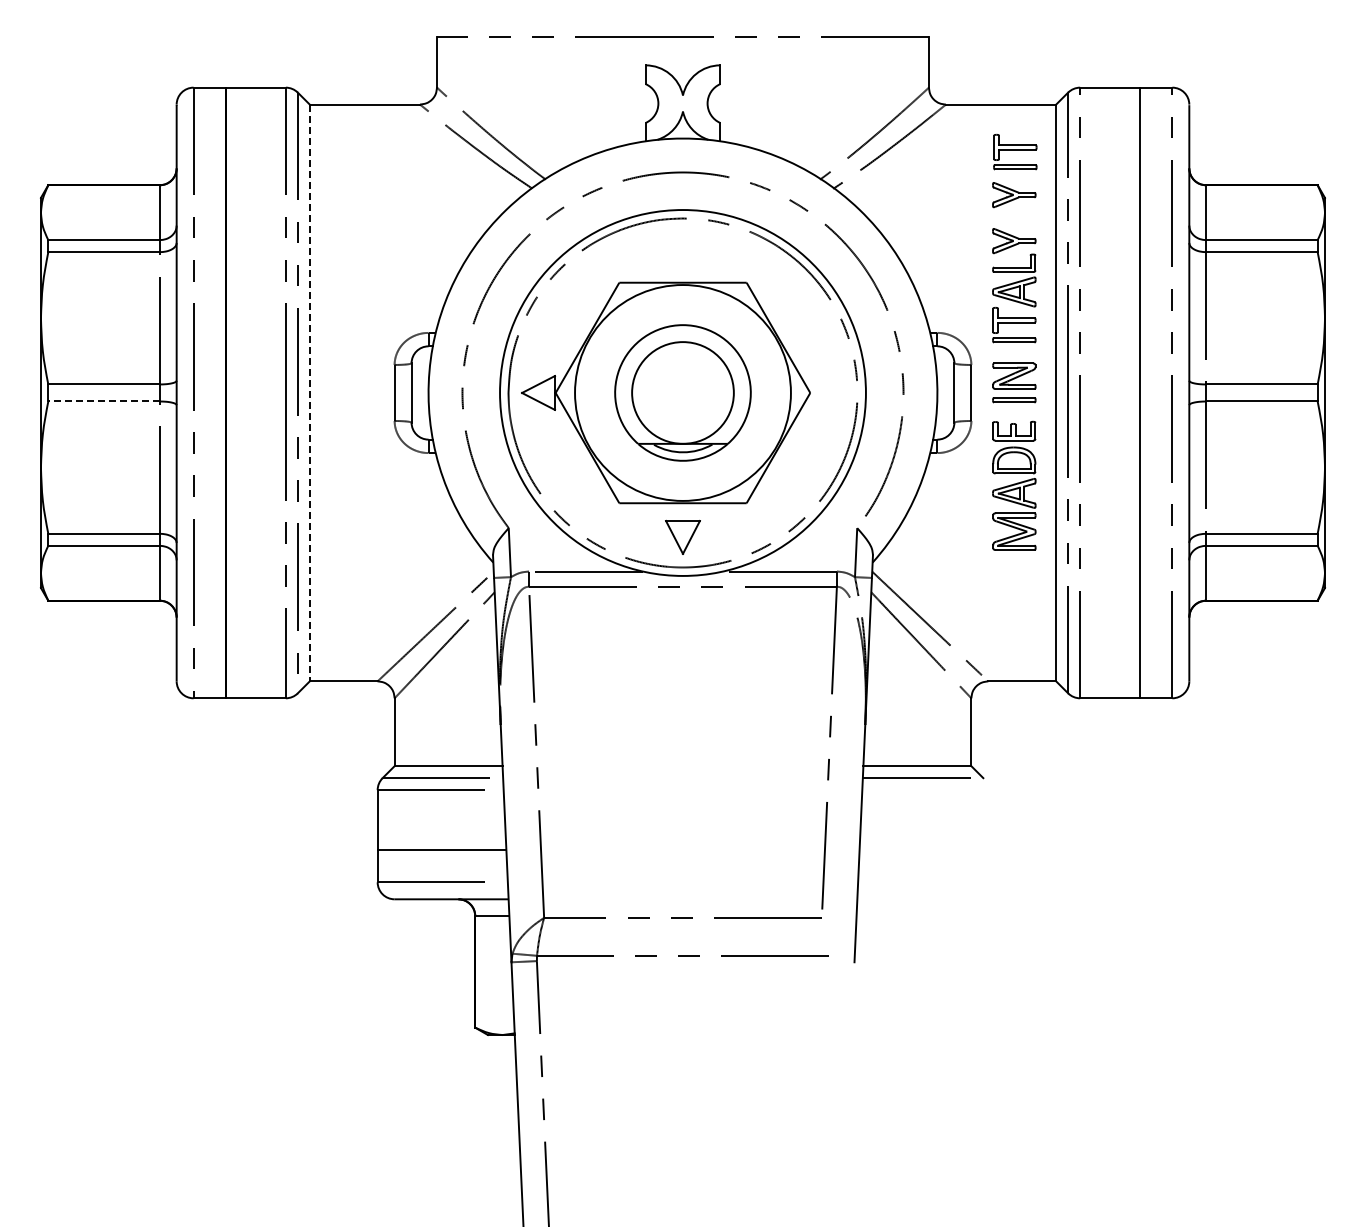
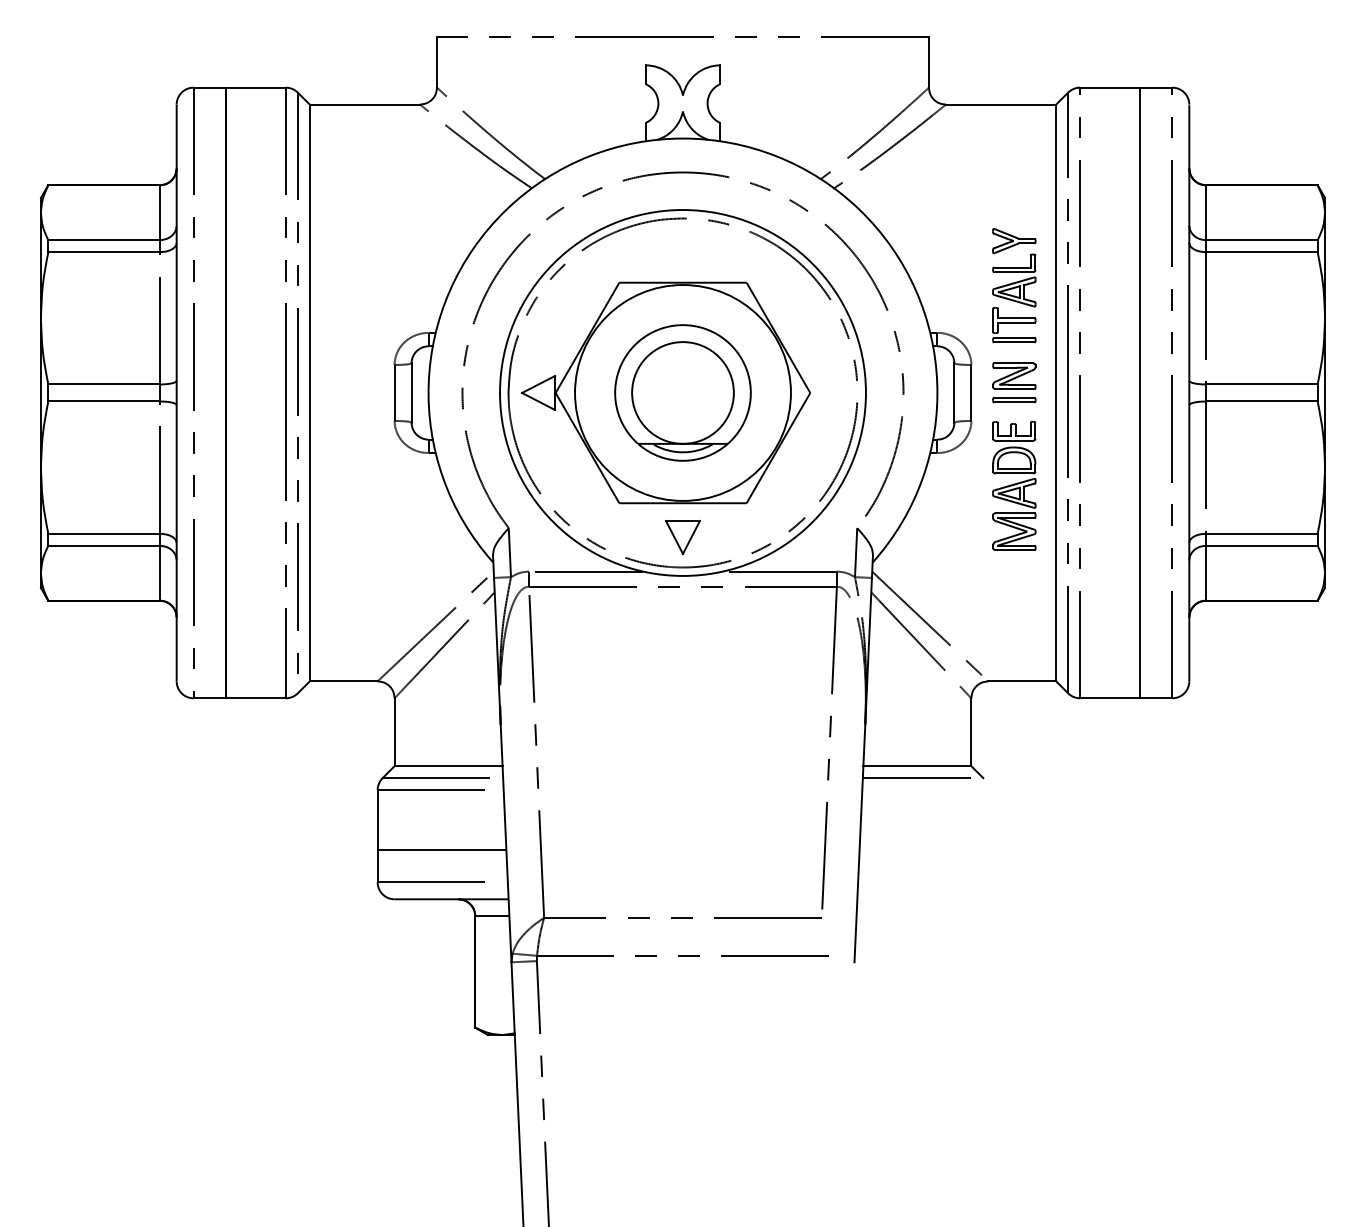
part at (1015, 152): present -> none
part at (1014, 195): present -> none
line at (309, 393): dashed -> solid
line at (104, 401): dashed -> solid
